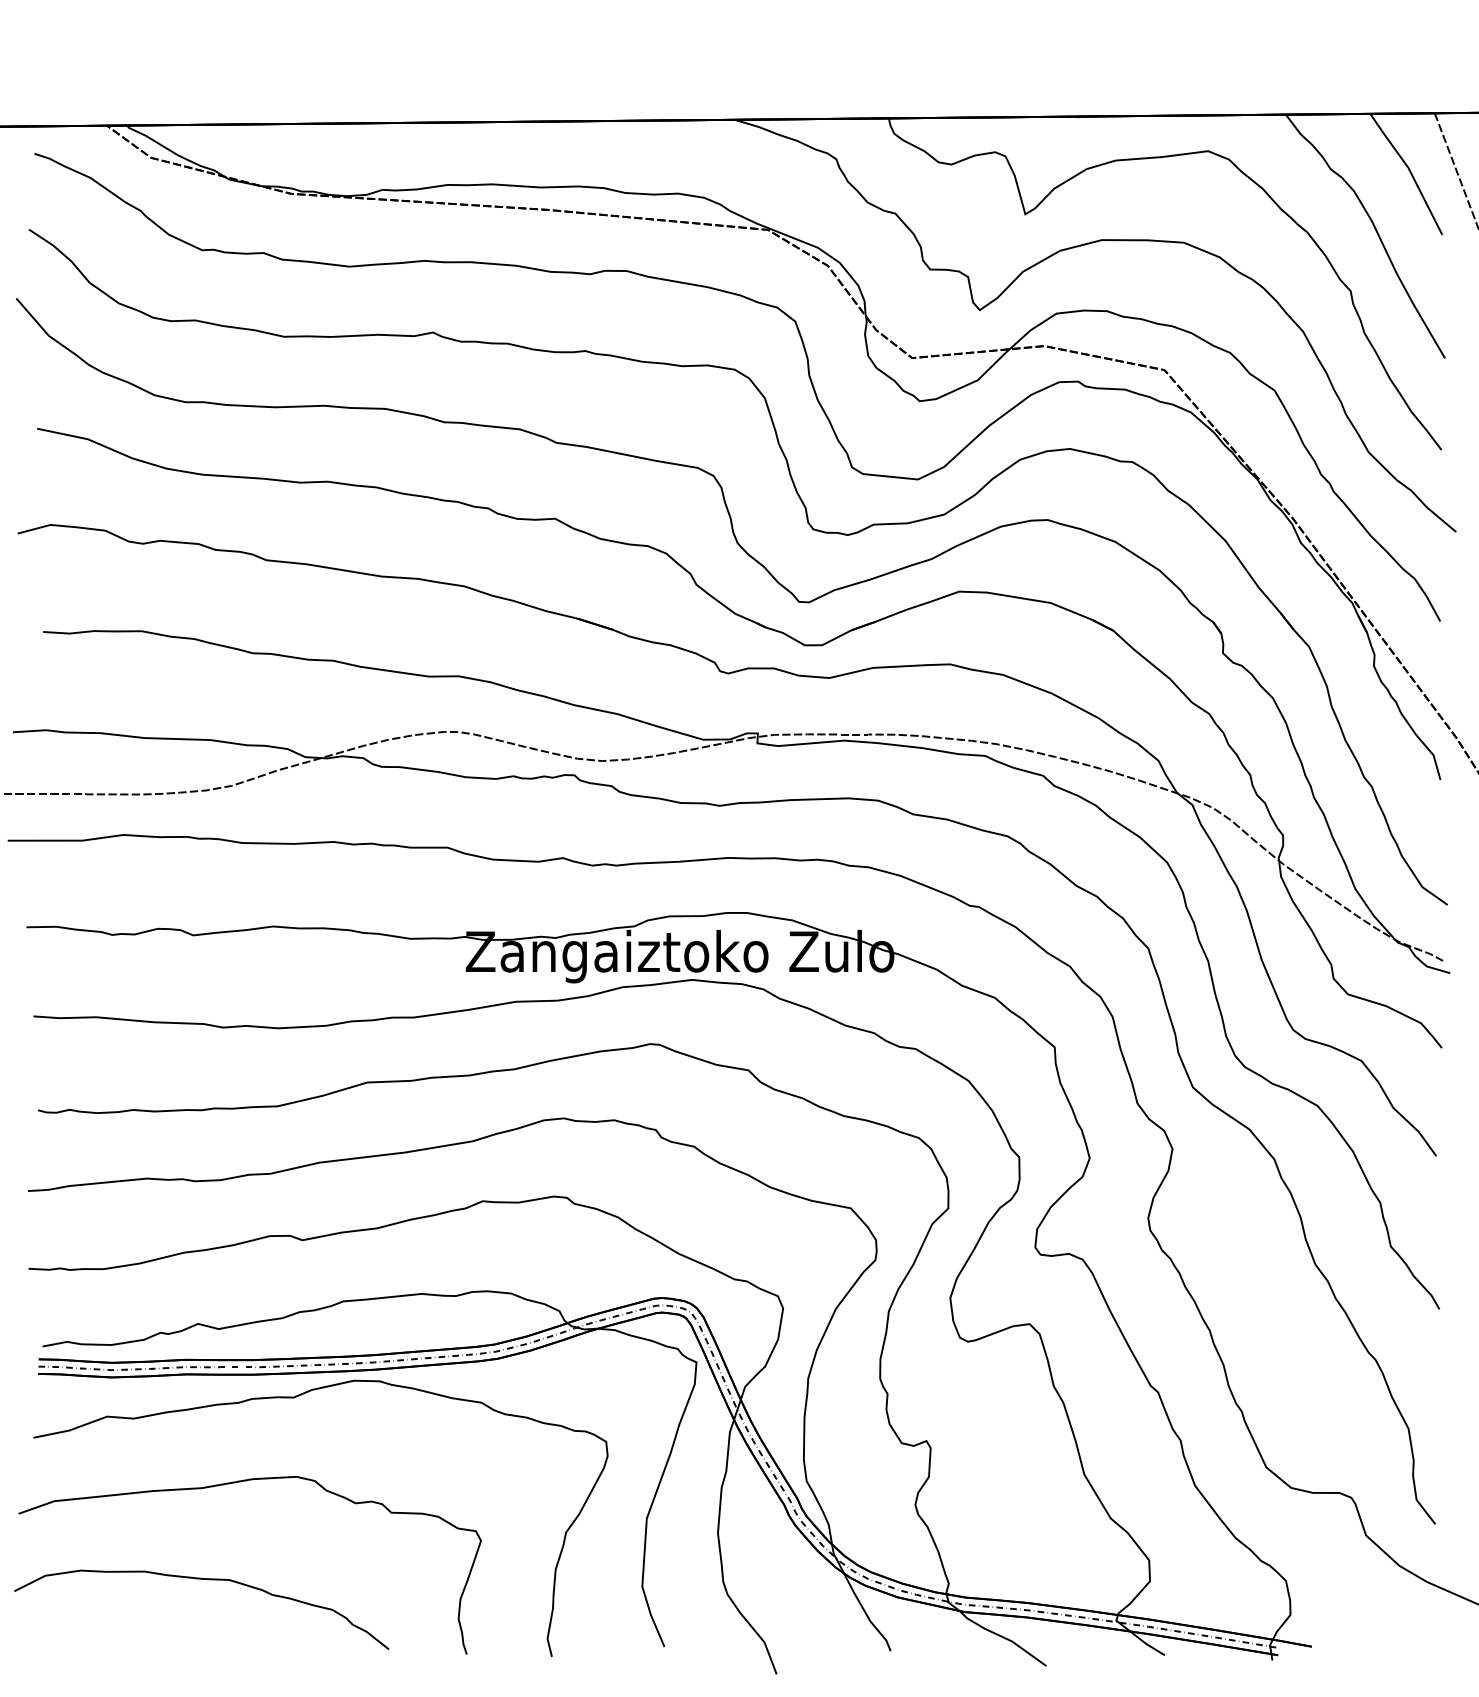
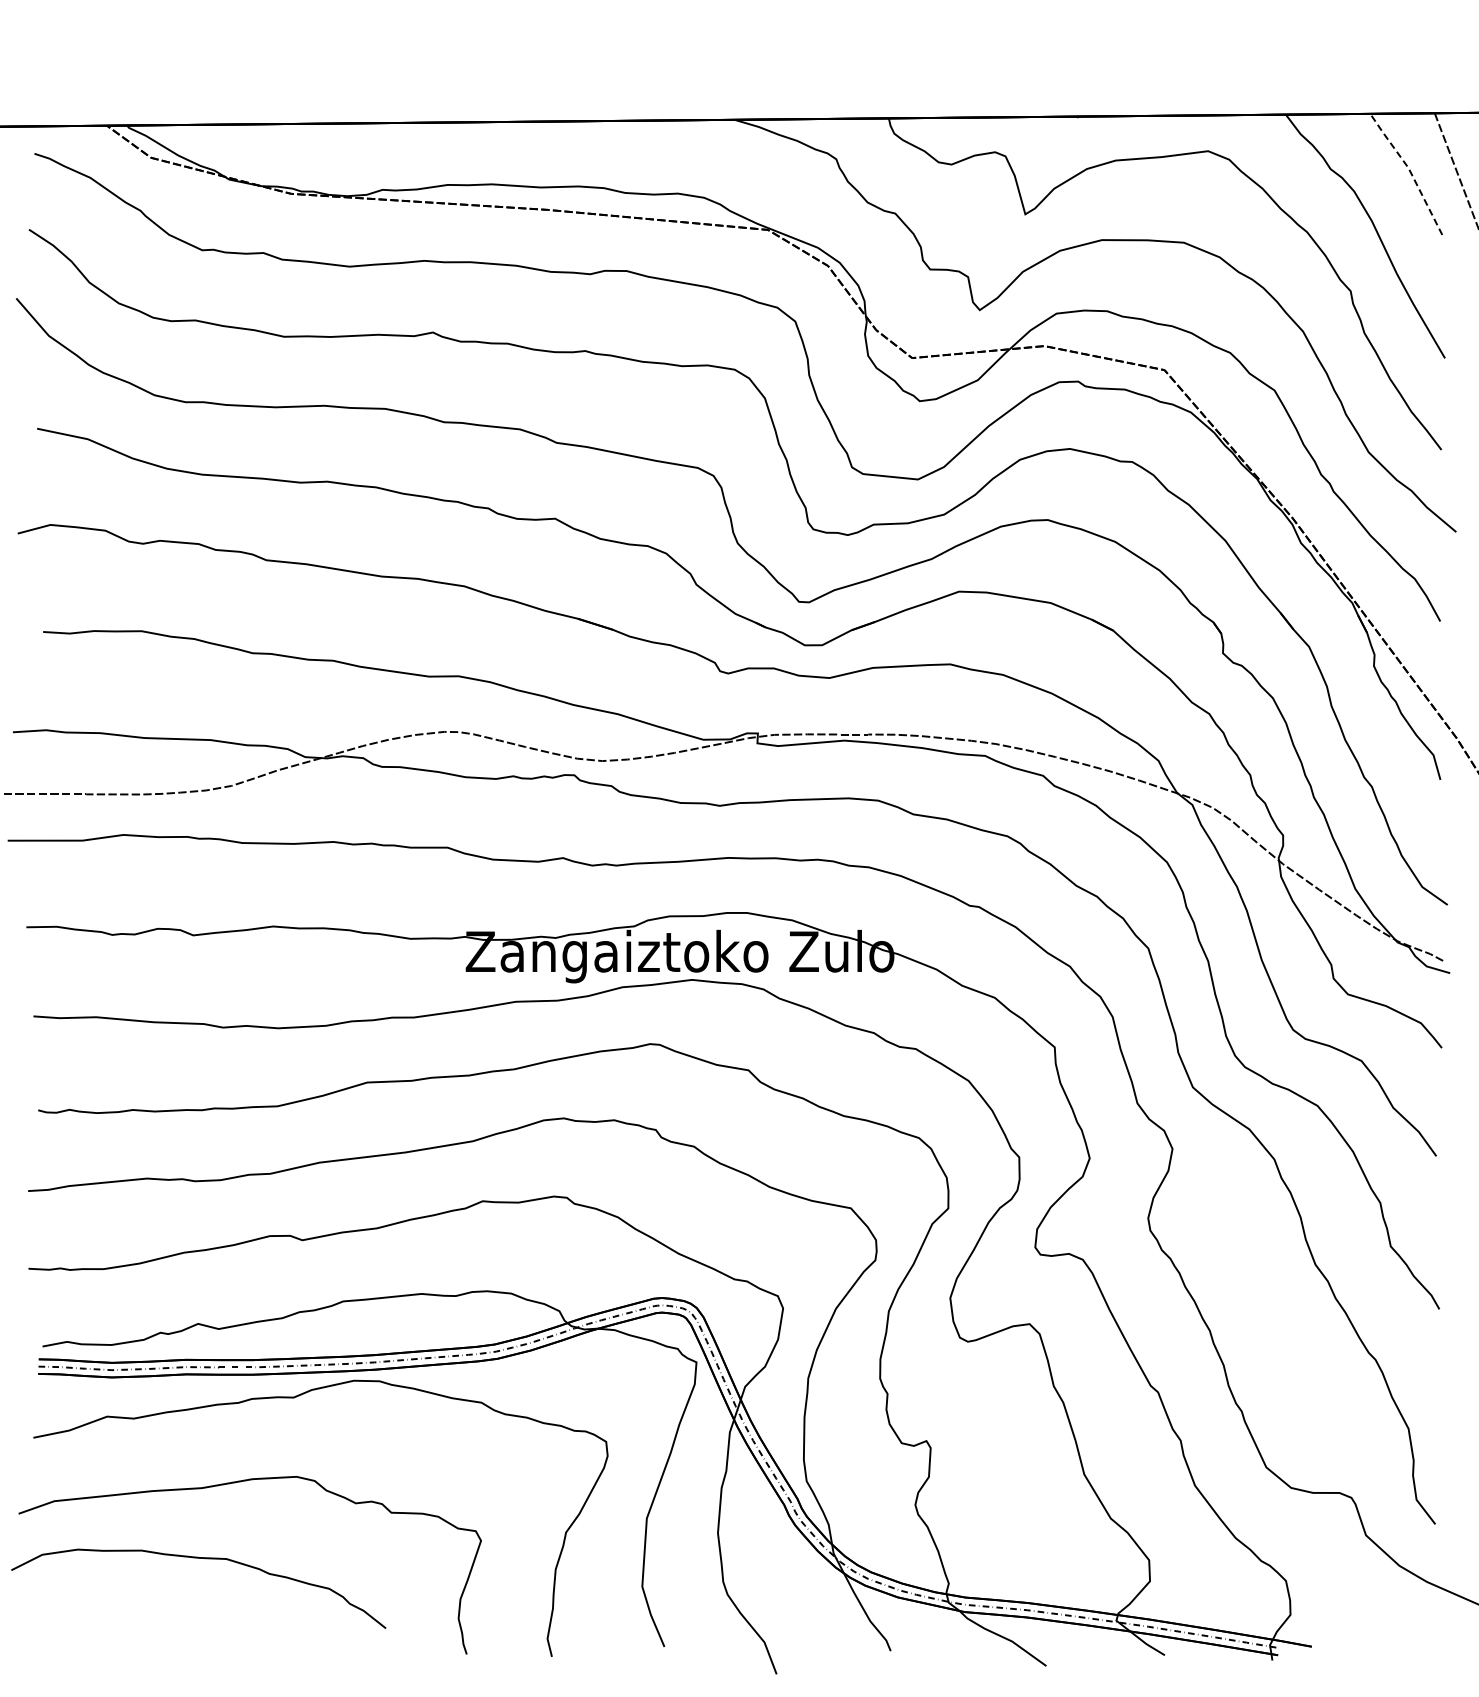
line at (1409, 170): solid -> dashed
curve at (208, 1580) position: (208, 1580) -> (205, 1559)
